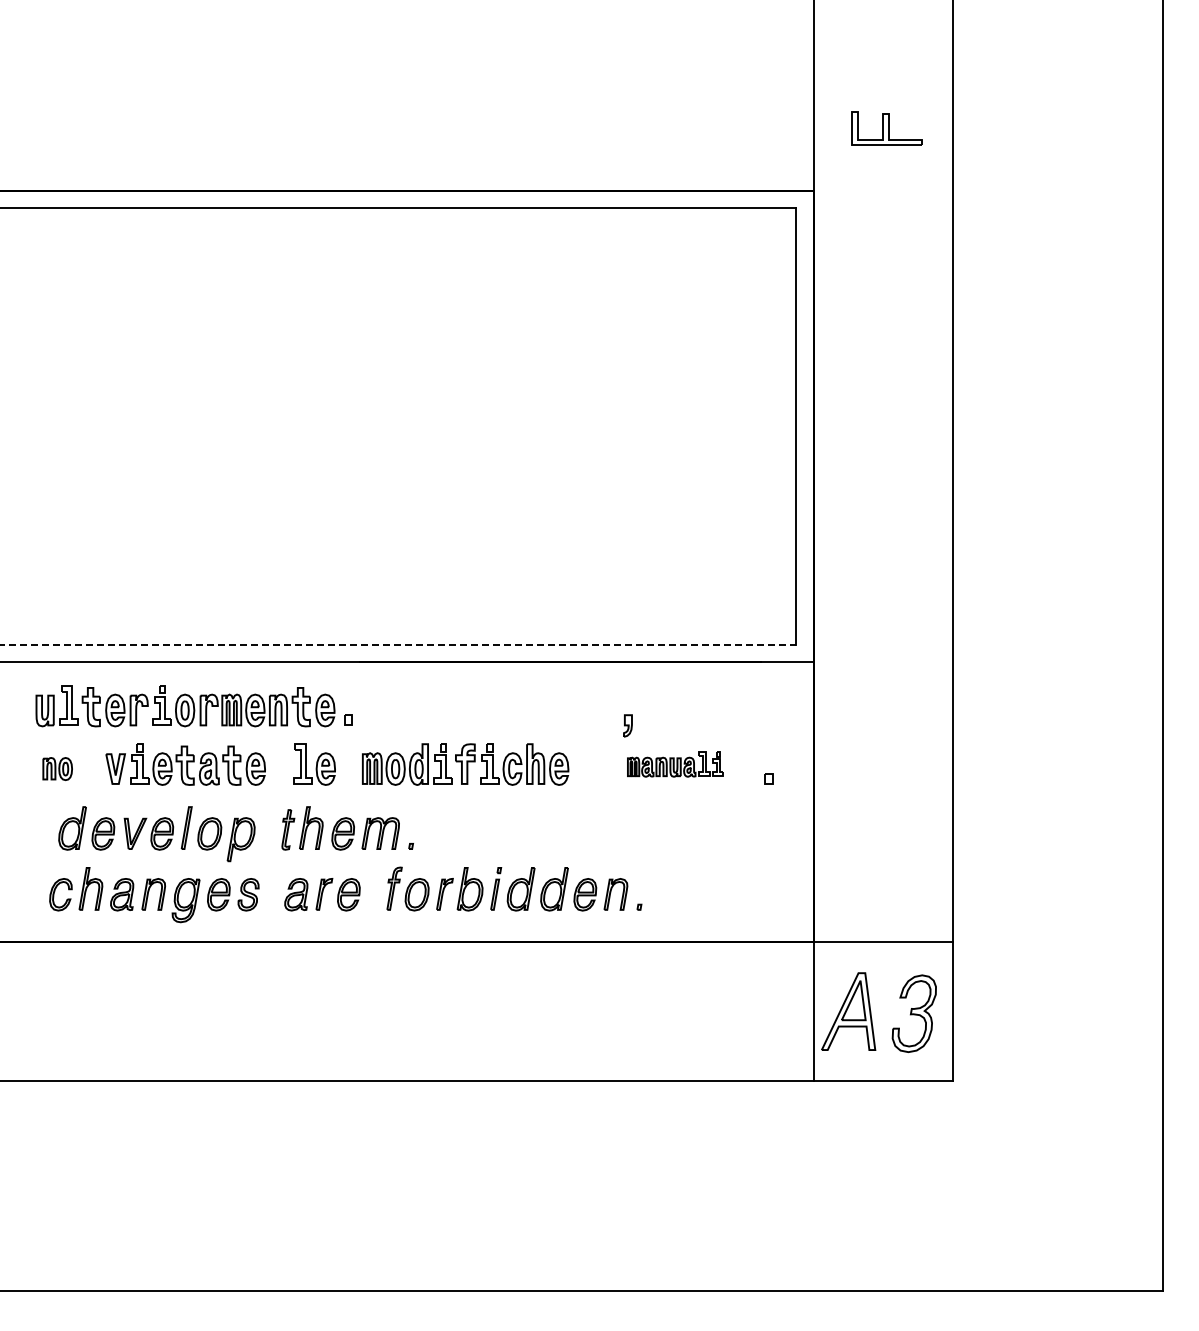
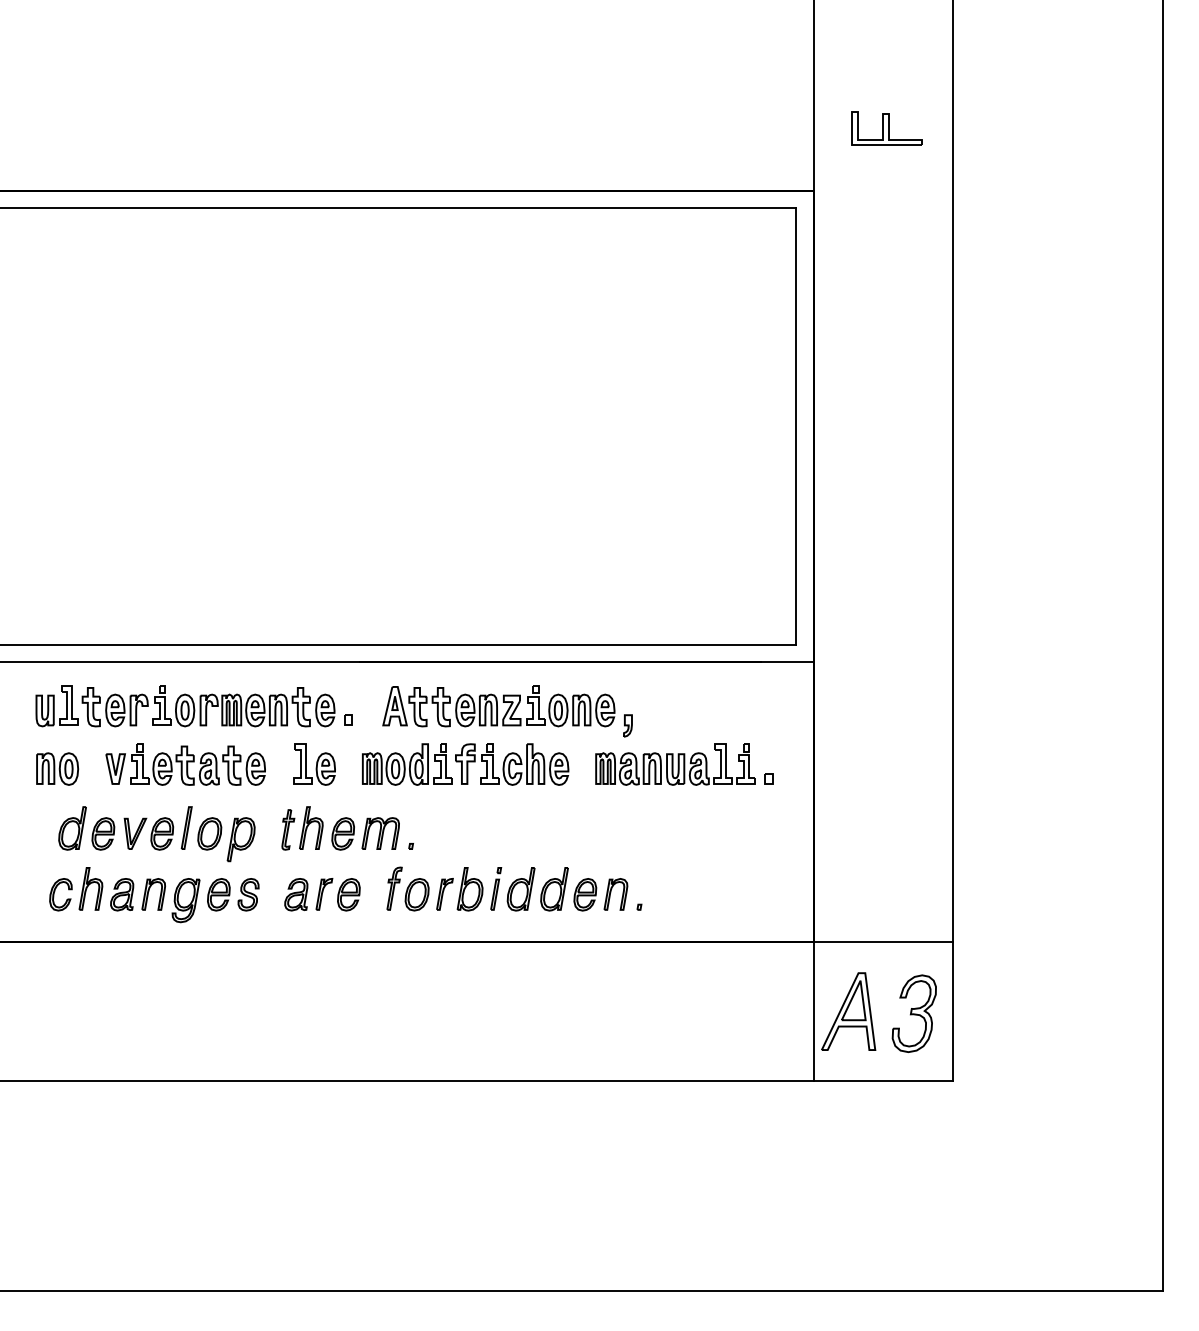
line at (398, 644): dashed -> solid
part at (498, 706): none -> present
part at (675, 764) size: 97x27 px -> 161x43 px
part at (57, 769) size: 31x25 px -> 44x34 px
